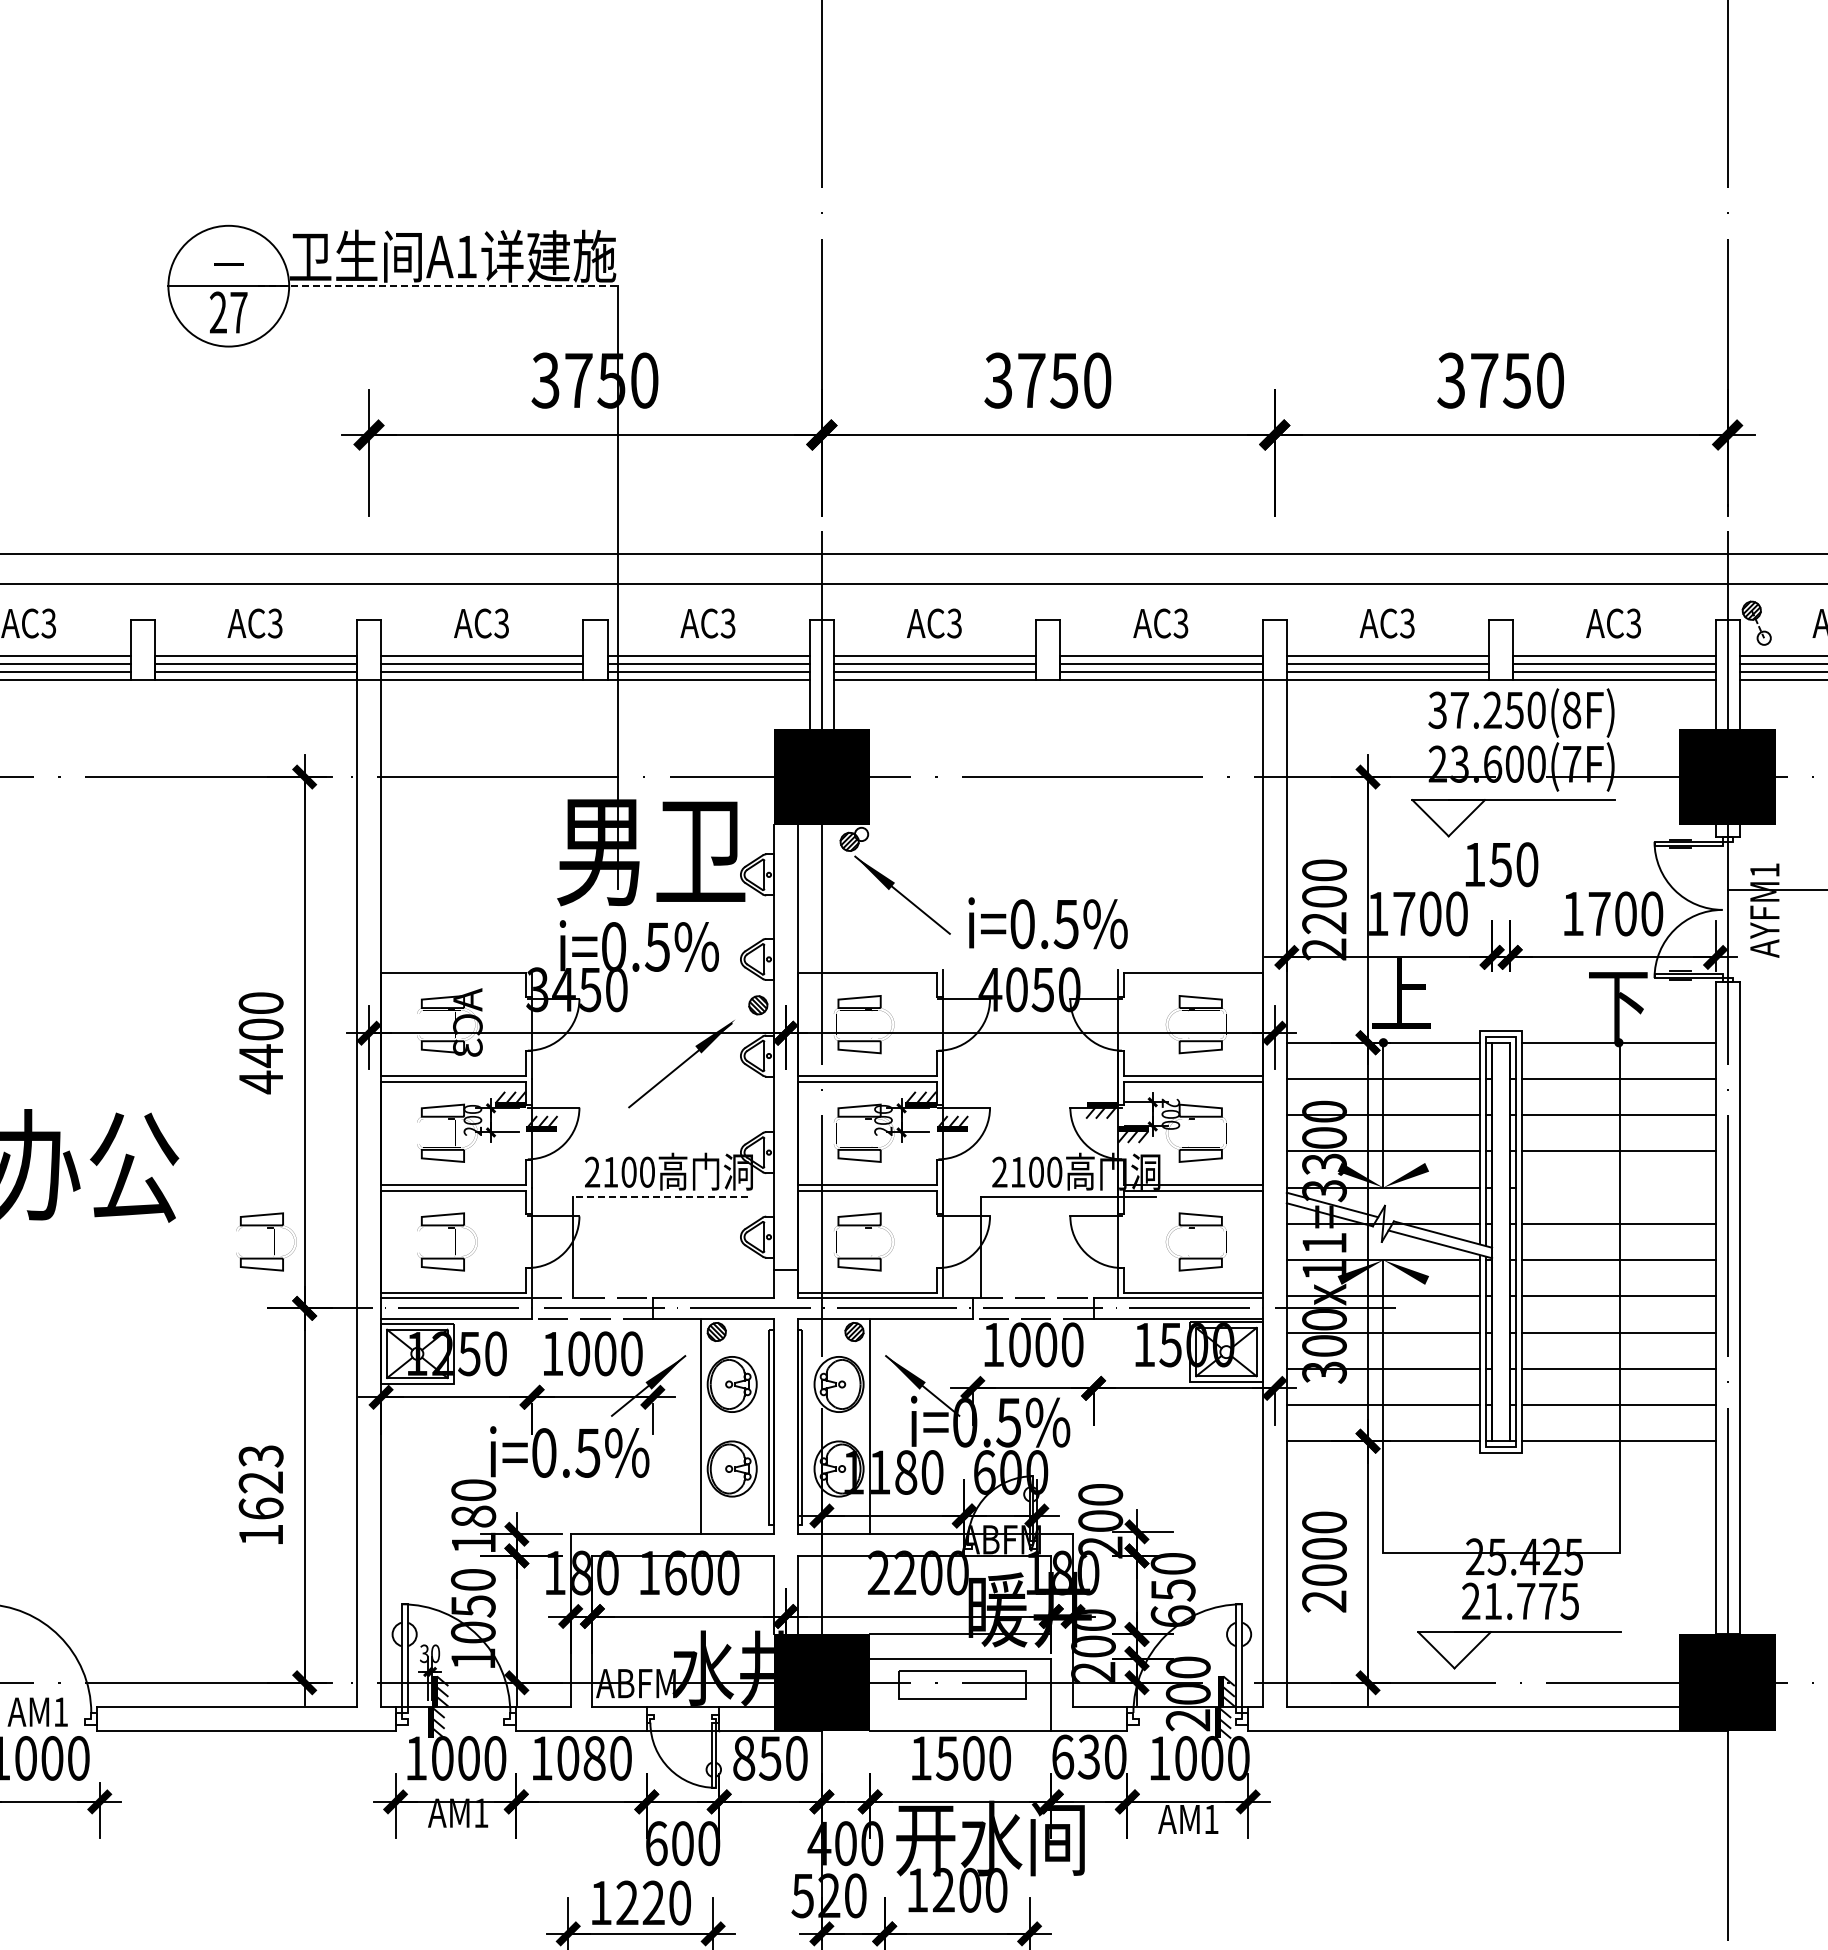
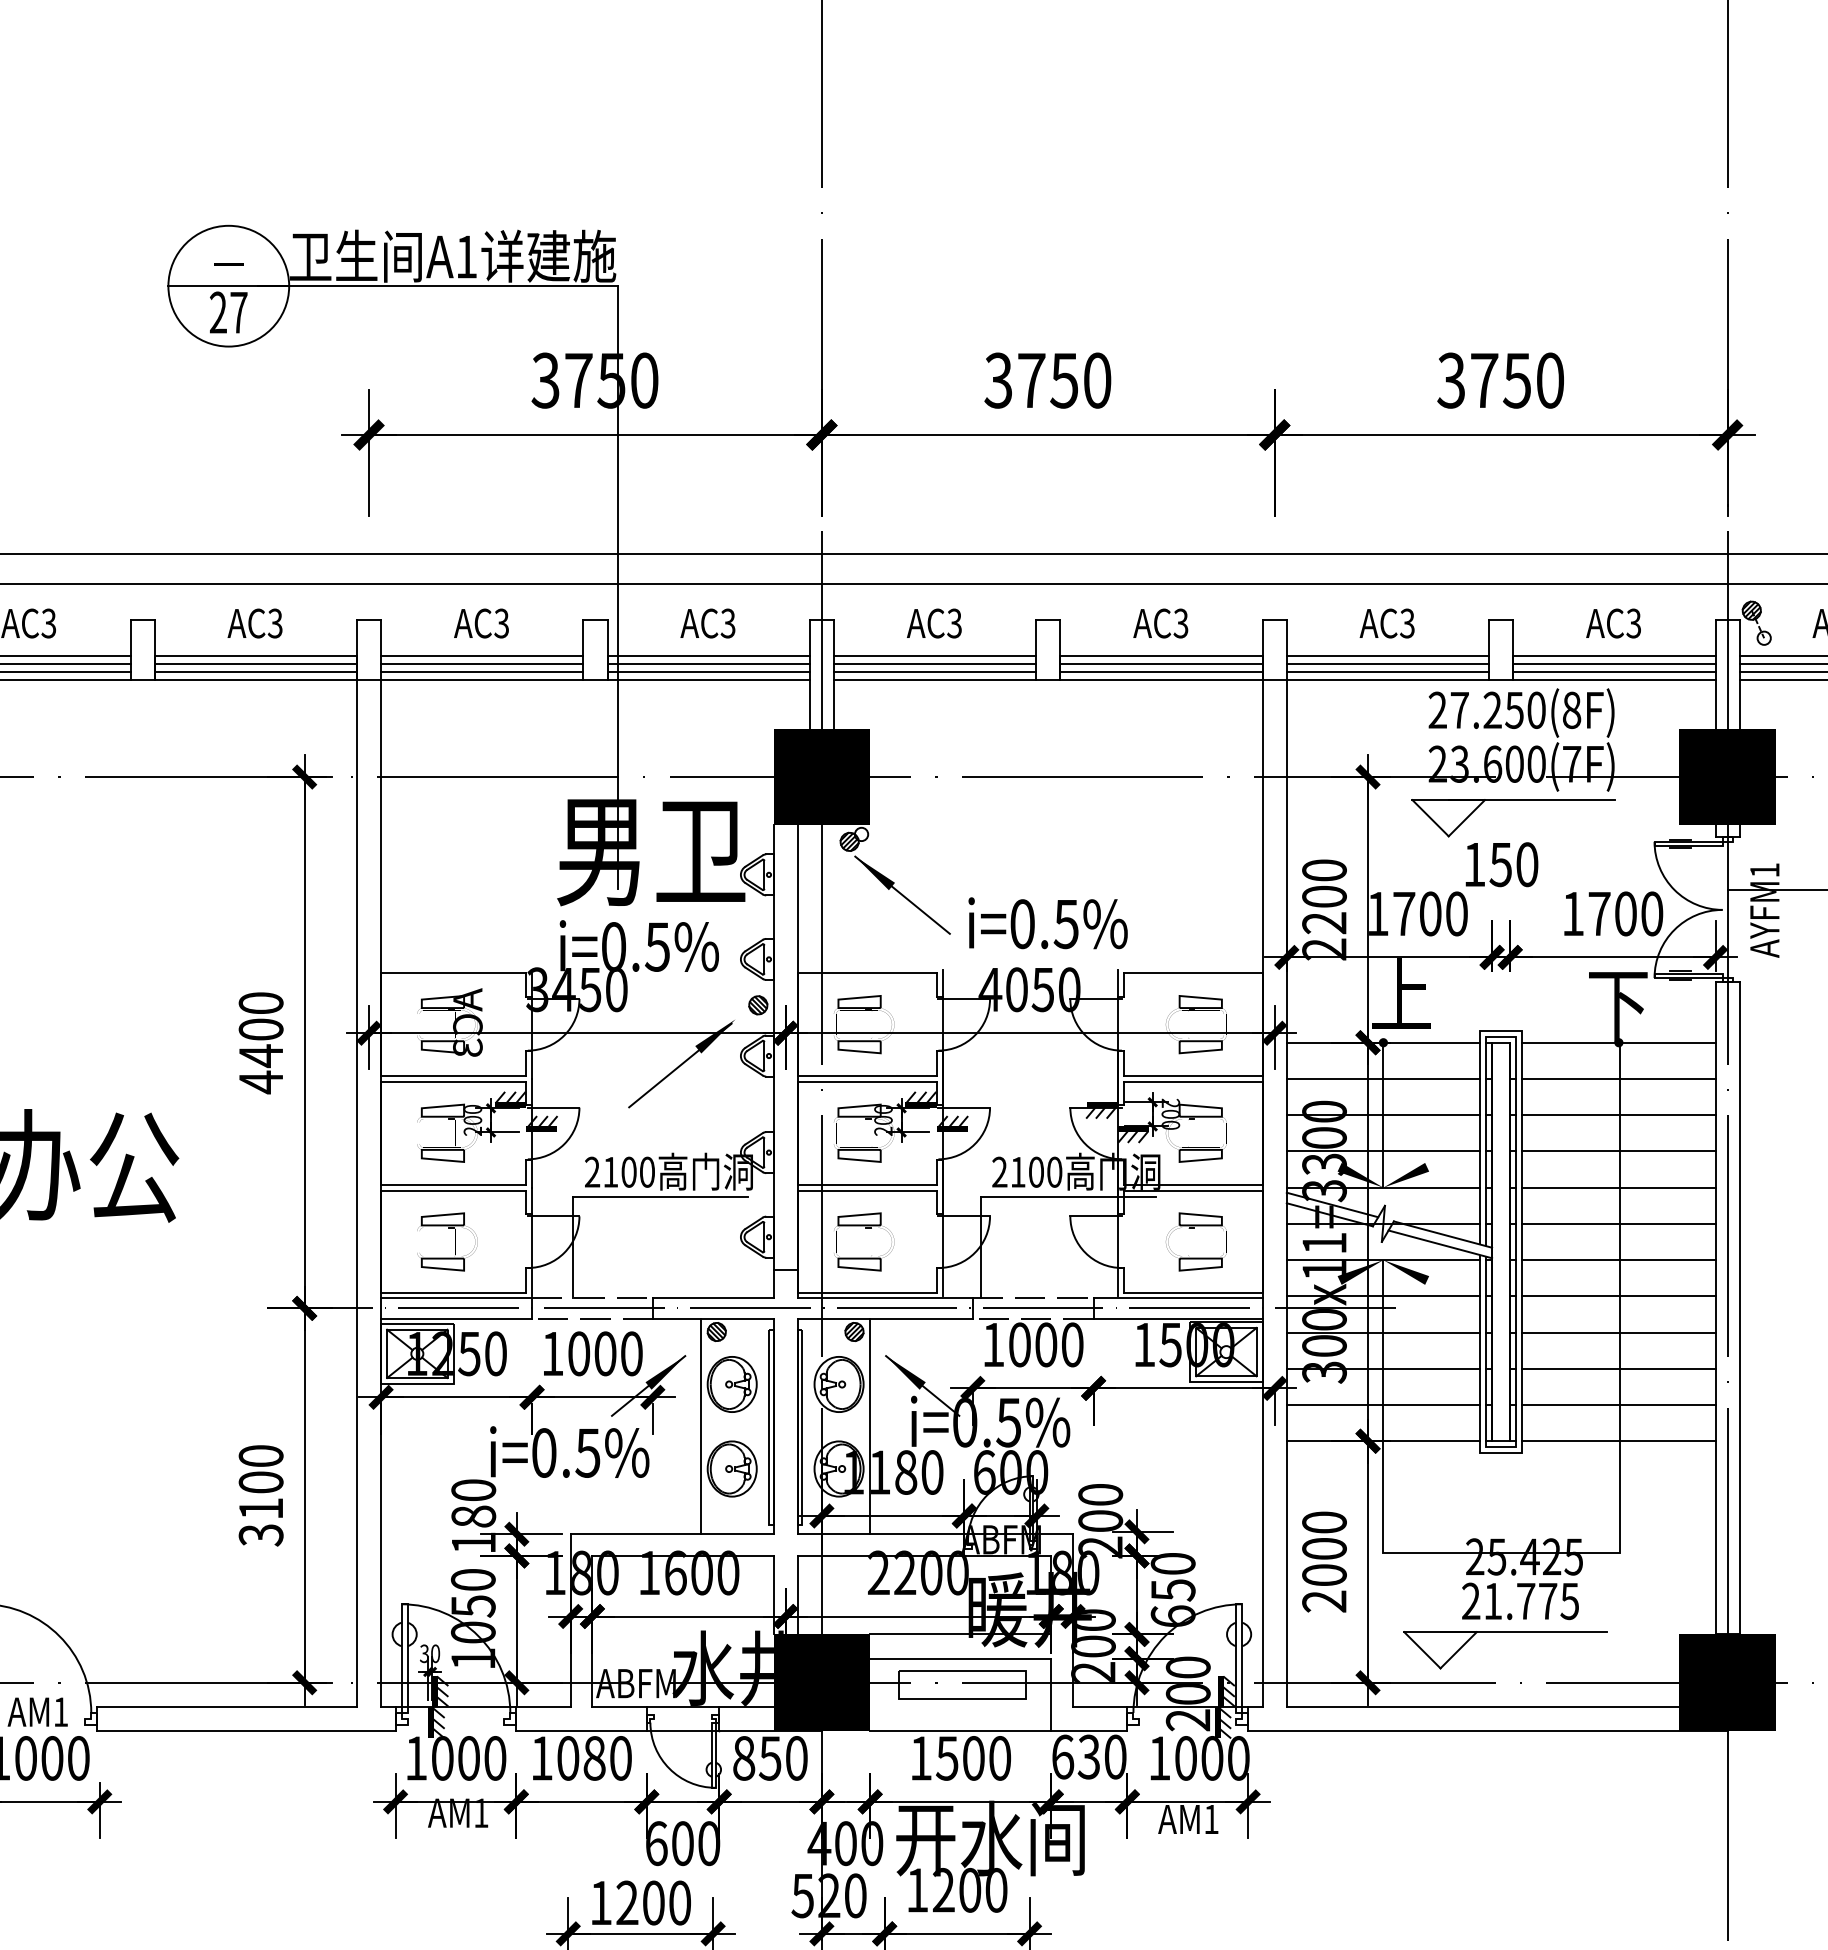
line at (438, 286): dashed -> solid
text at (1437, 710): 37.250(8F) -> 27.250(8F)
line at (1618, 1187): none -> present
line at (660, 1196): dashed -> solid
part at (274, 1241): present -> none
text at (260, 1495): 1623 -> 3100
part at (1519, 1632) position: (1519, 1632) -> (1505, 1632)
text at (653, 1902): 1220 -> 1200
